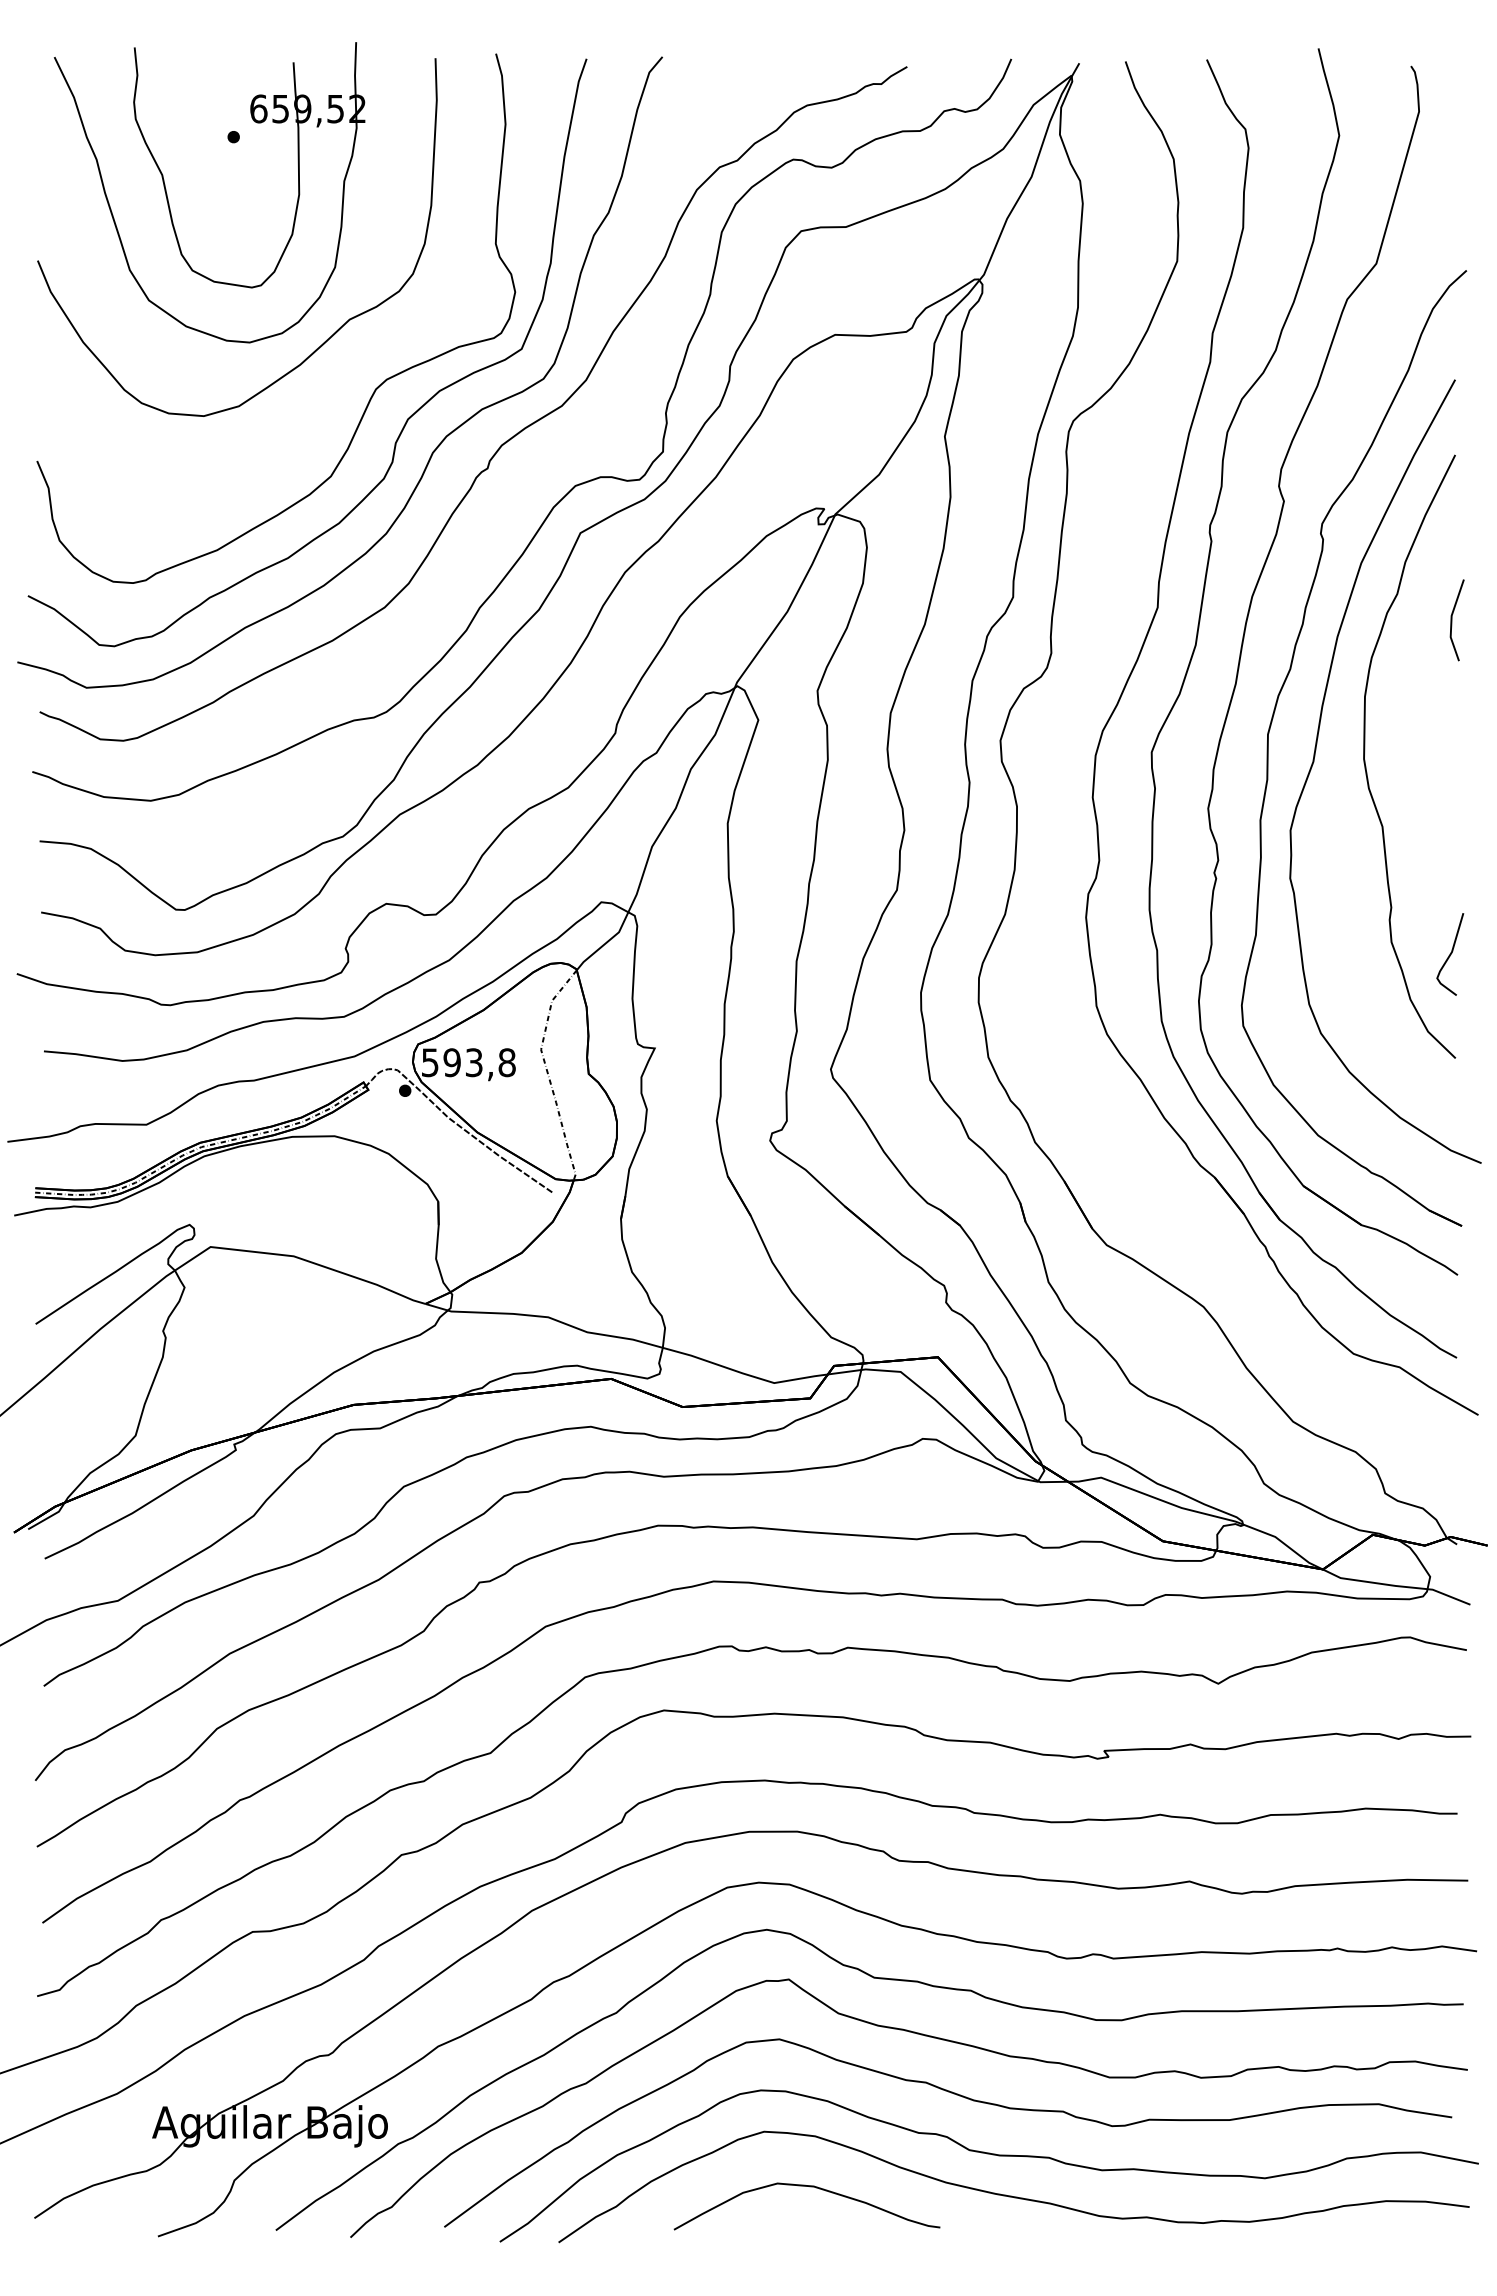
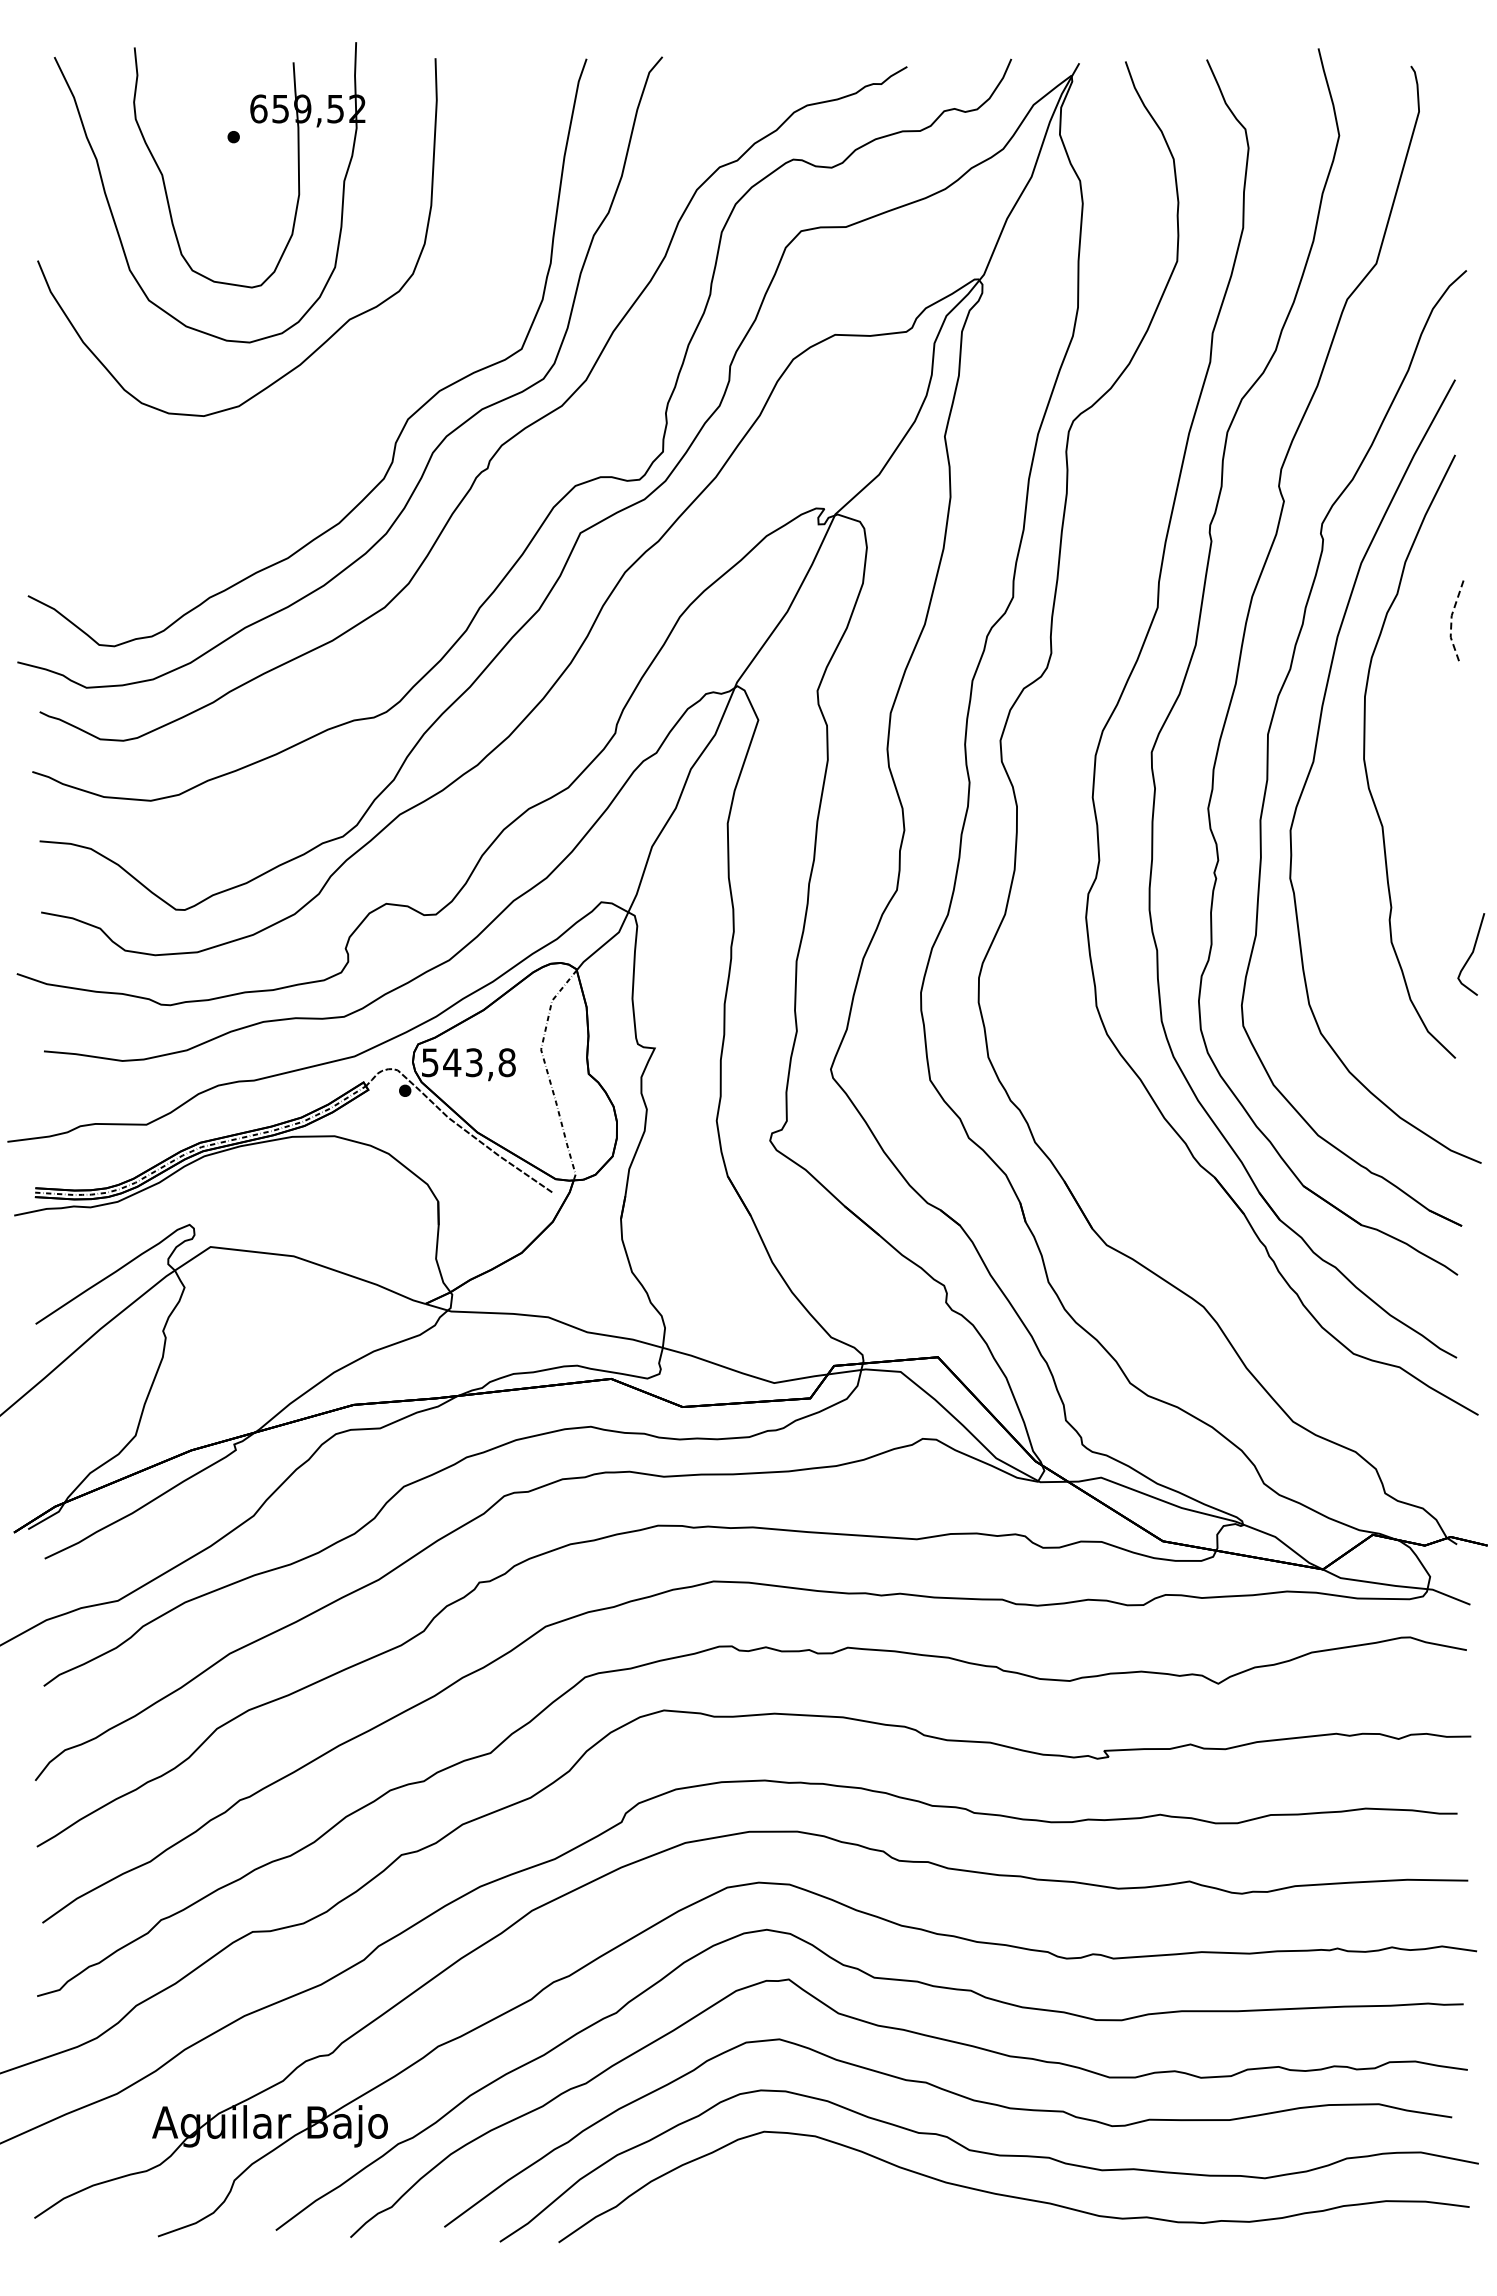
curve at (374, 389): present -> none
line at (1451, 619): solid -> dashed
curve at (1450, 954) position: (1450, 954) -> (1471, 954)
text at (452, 1062): 593,8 -> 543,8
curve at (809, 2187): present -> none
